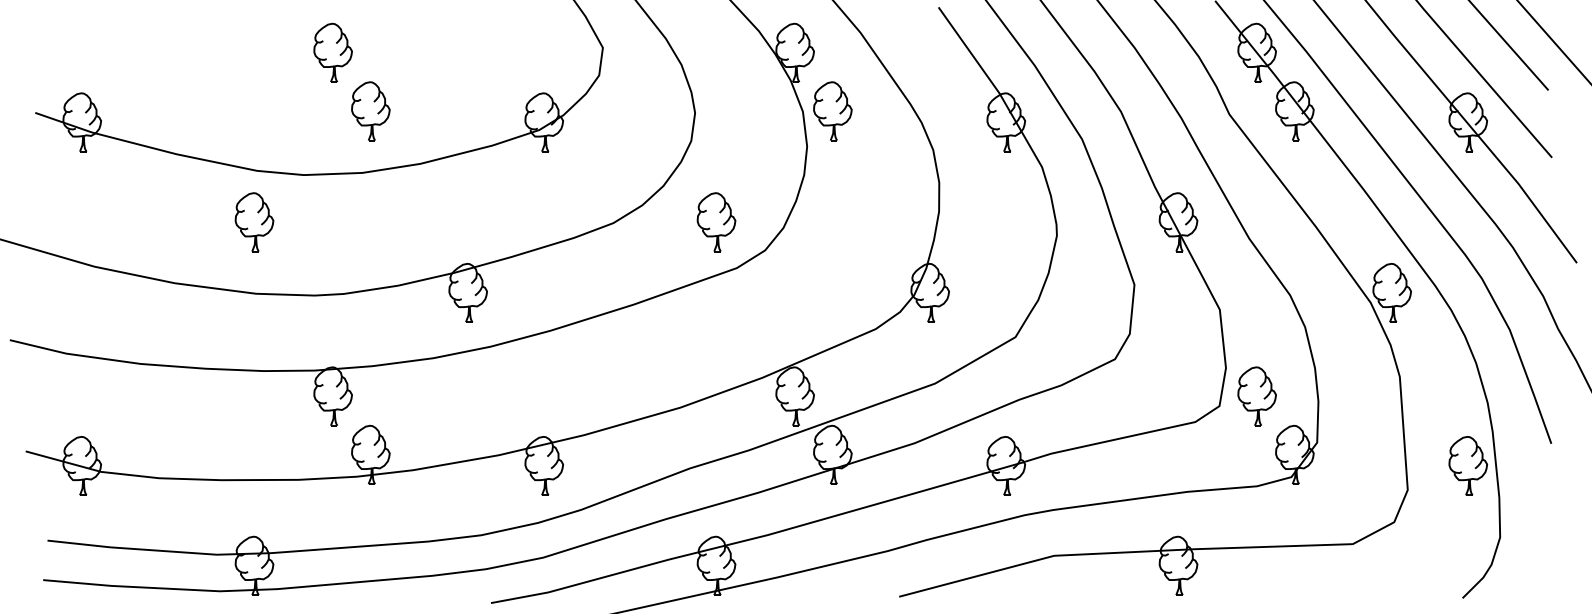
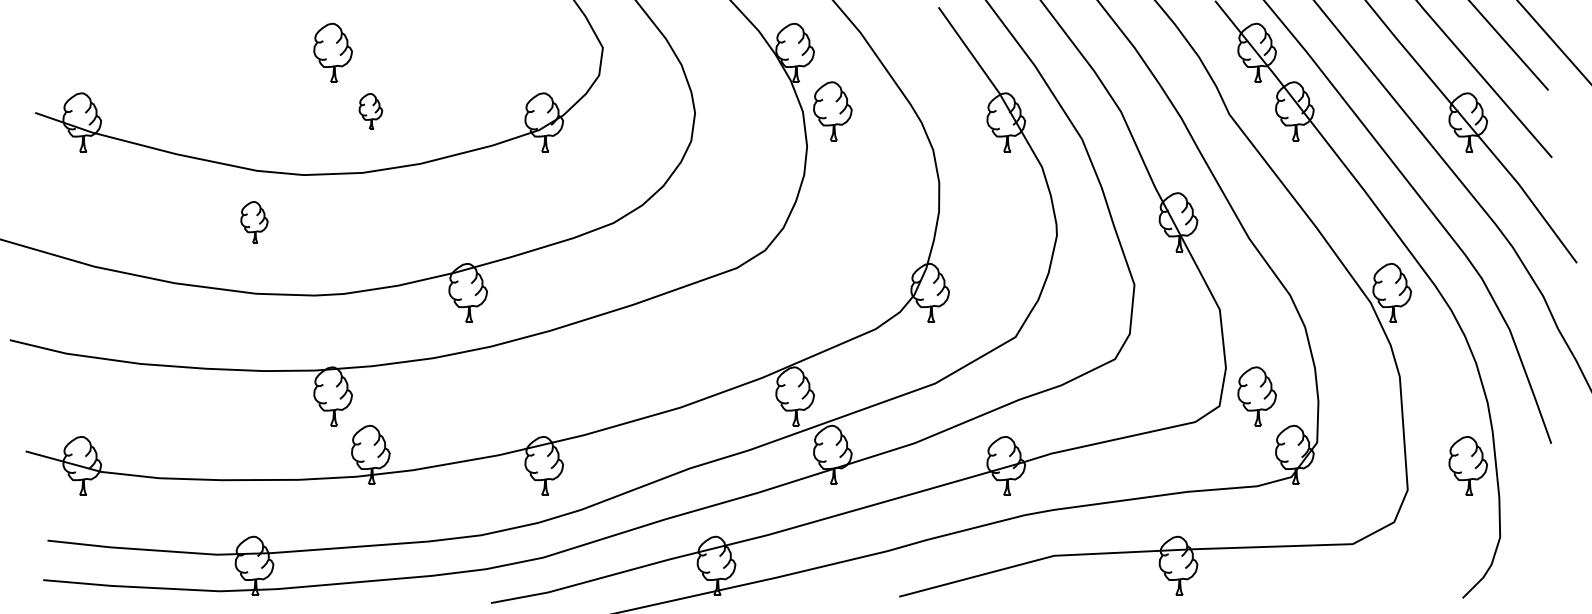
part at (370, 111) size: 40x61 px -> 26x37 px
part at (254, 222) size: 41x61 px -> 29x43 px
part at (716, 222): present -> none
